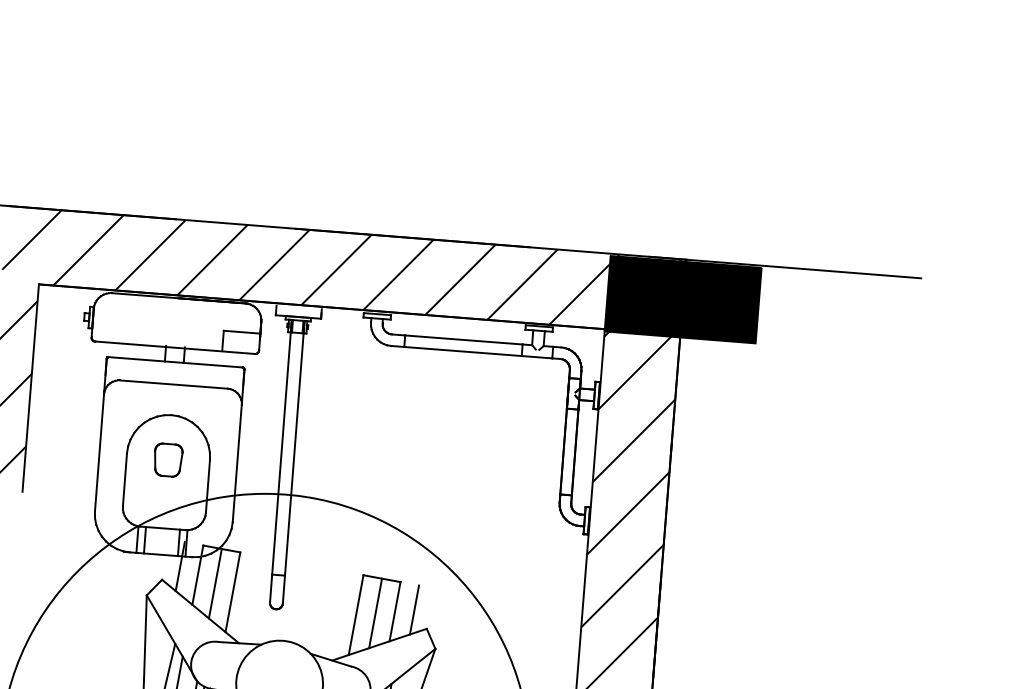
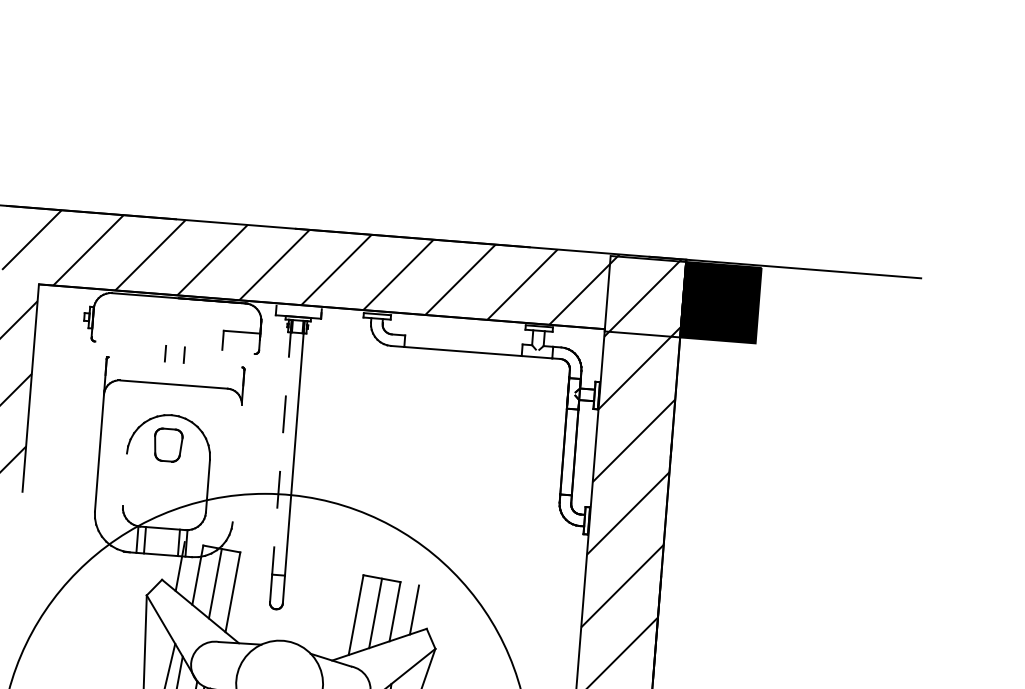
fill at (645, 296): present -> none
line at (463, 339): present -> none
line at (174, 347): present -> none
line at (175, 362): present -> none
line at (281, 447): solid -> dashed
part at (168, 459) position: (168, 459) -> (168, 444)
line at (237, 461): present -> none
line at (124, 479): present -> none
